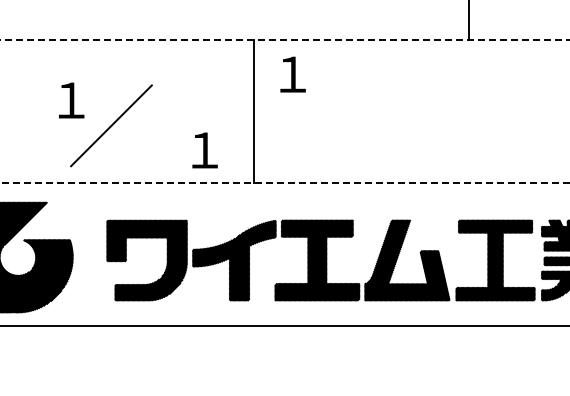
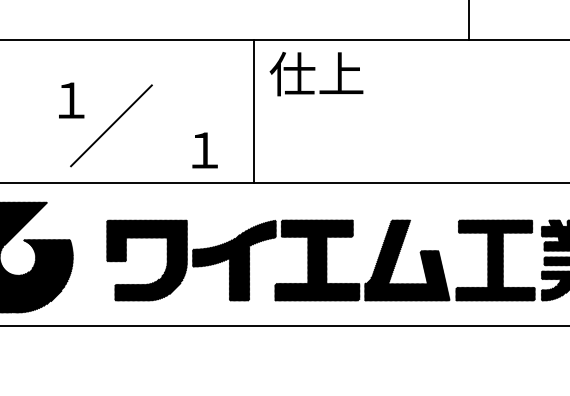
line at (285, 40): dashed -> solid
text at (316, 74): １ -> 仕上
line at (285, 182): dashed -> solid
